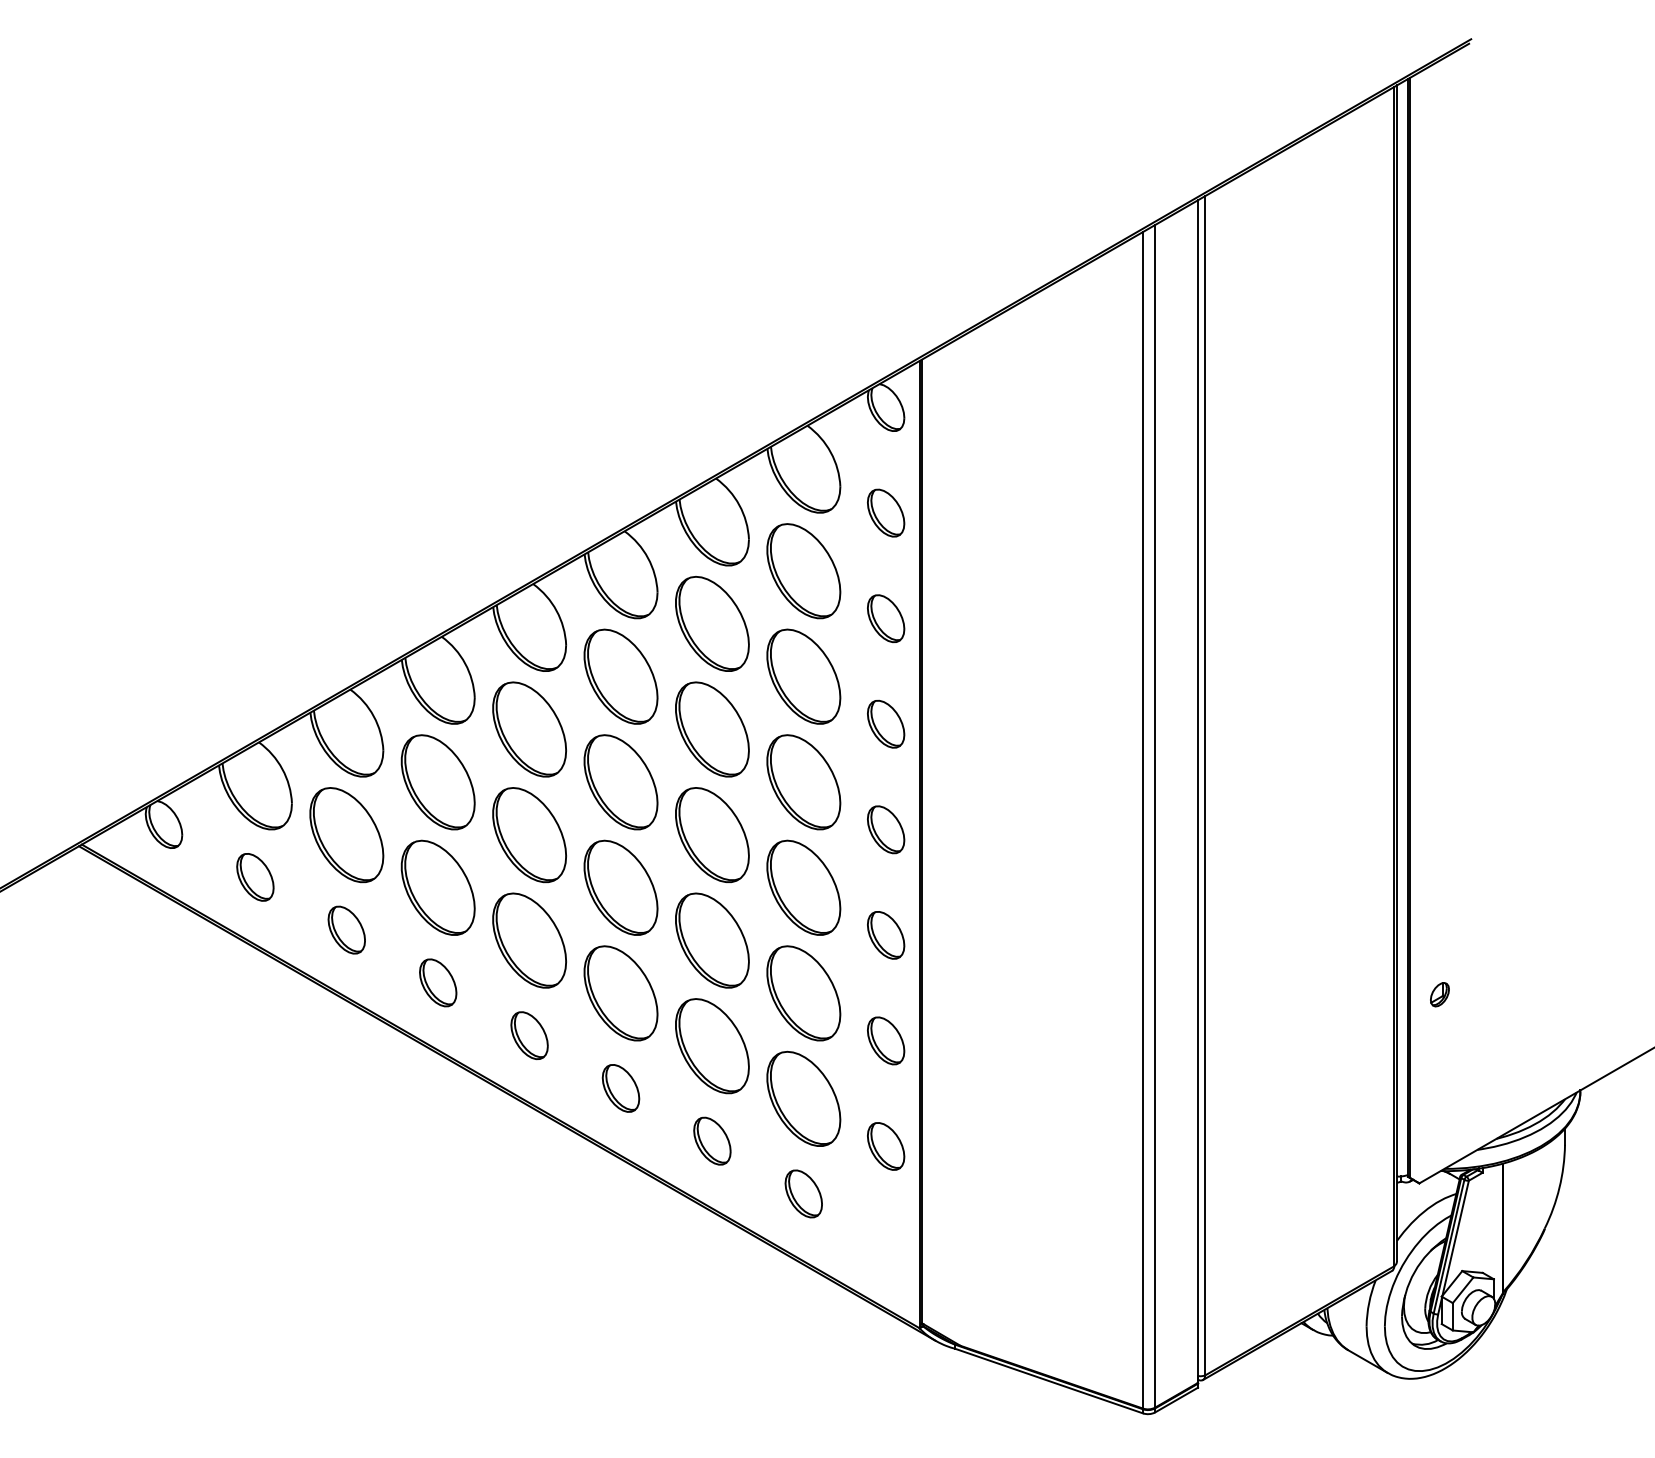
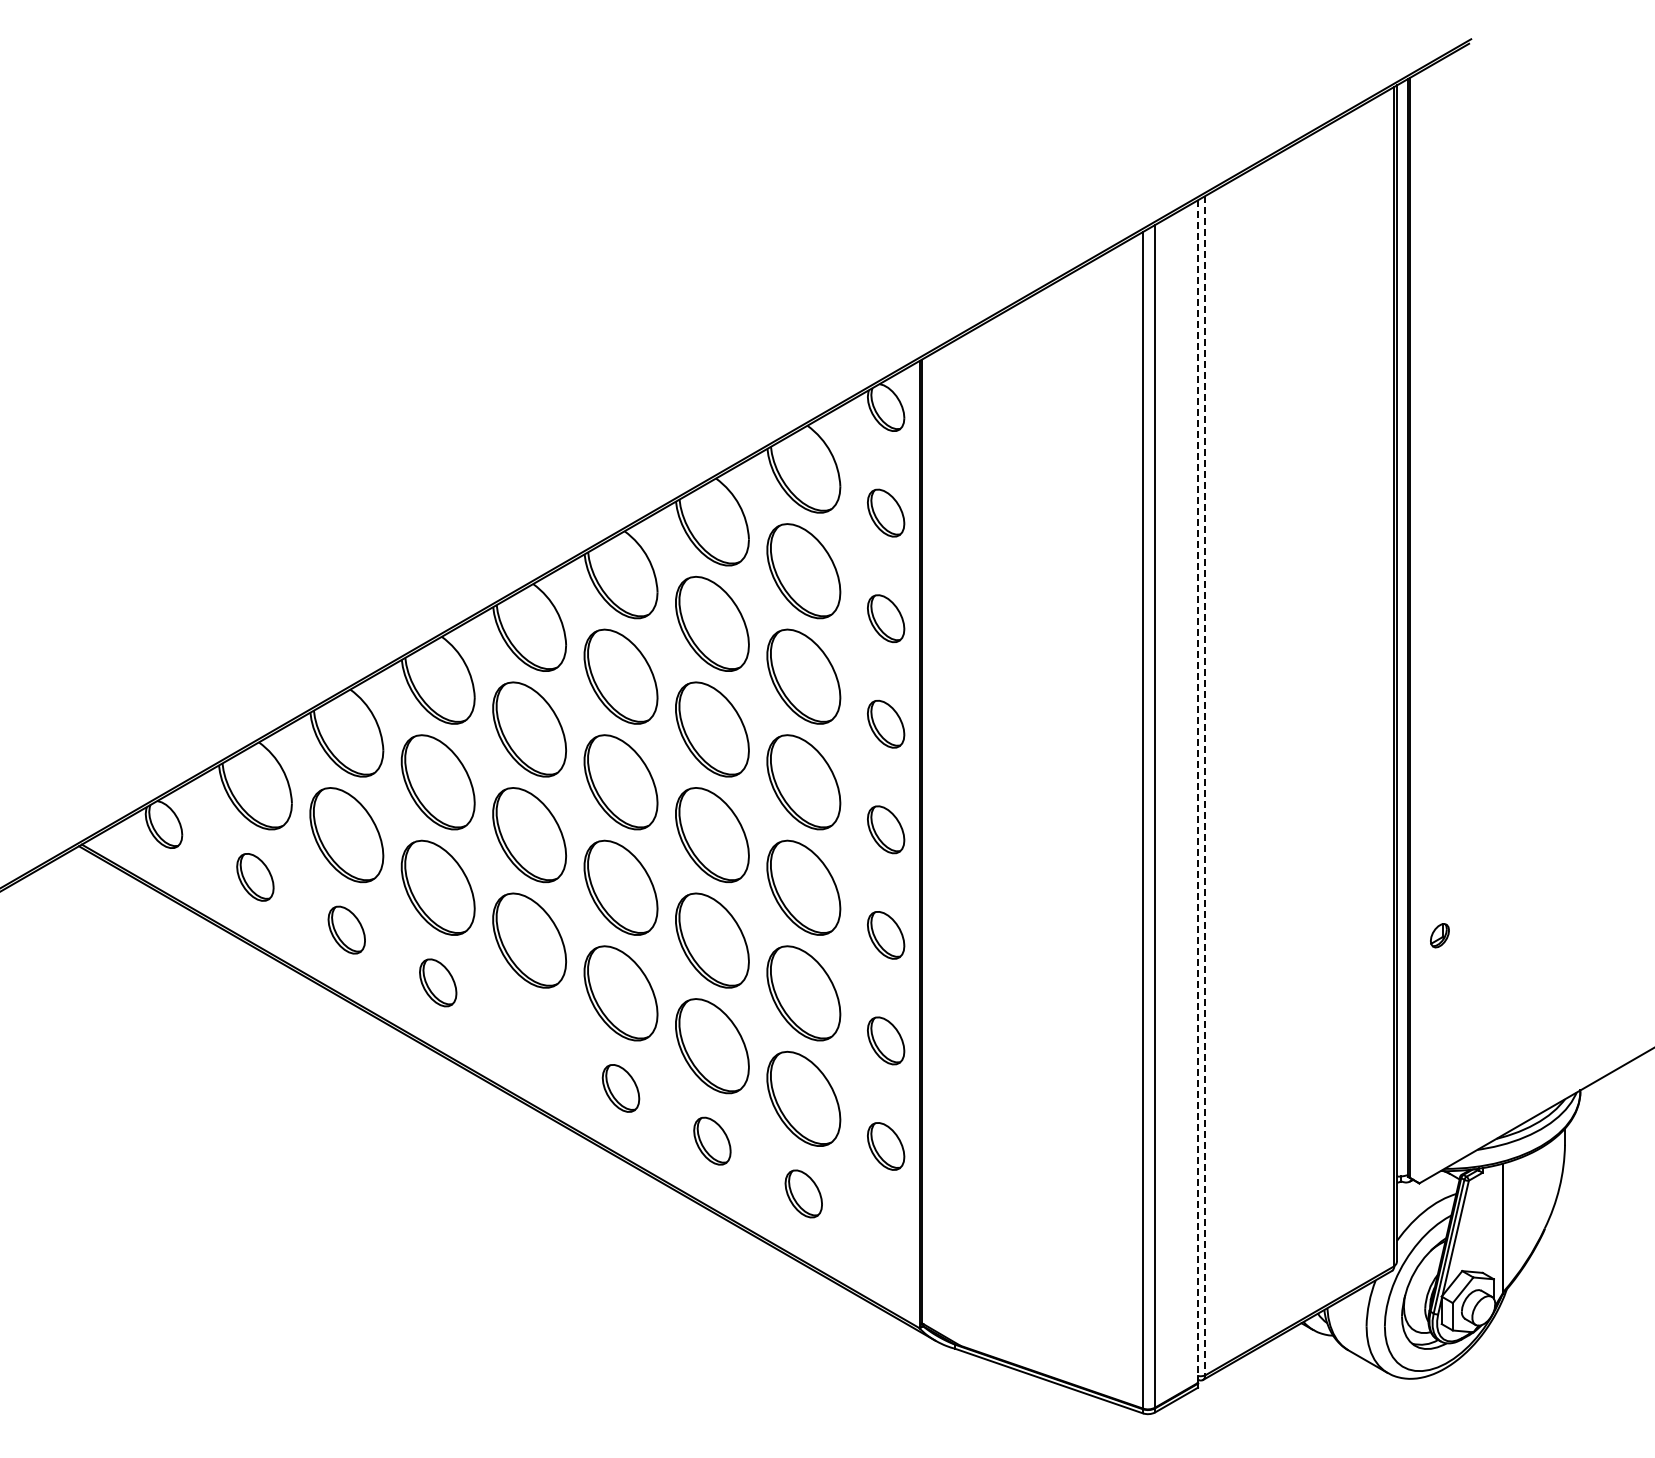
line at (1205, 785): solid -> dashed
line at (1198, 792): solid -> dashed
part at (1439, 994) position: (1439, 994) -> (1439, 935)
part at (529, 1035): present -> none
